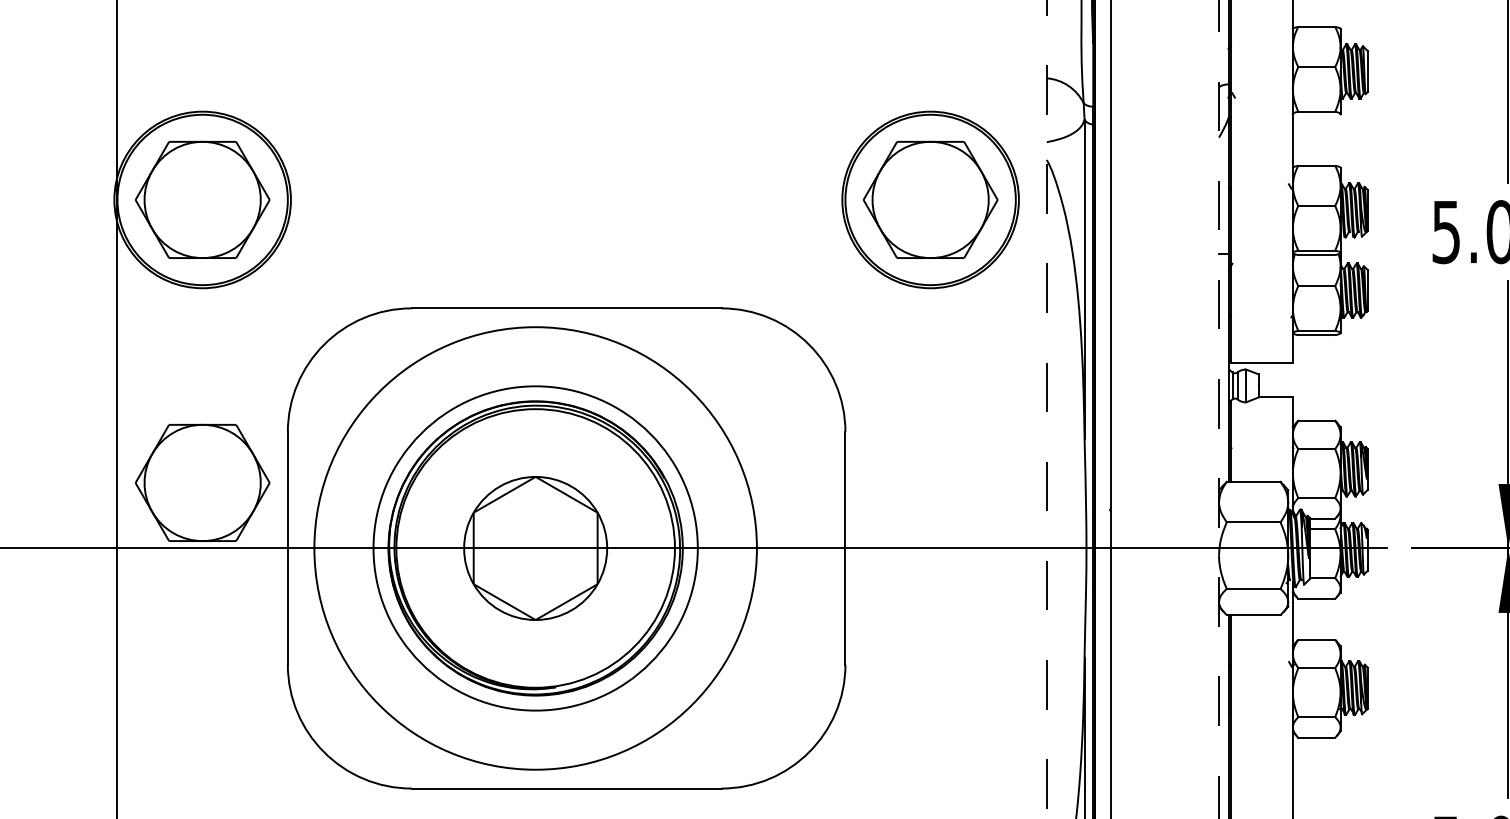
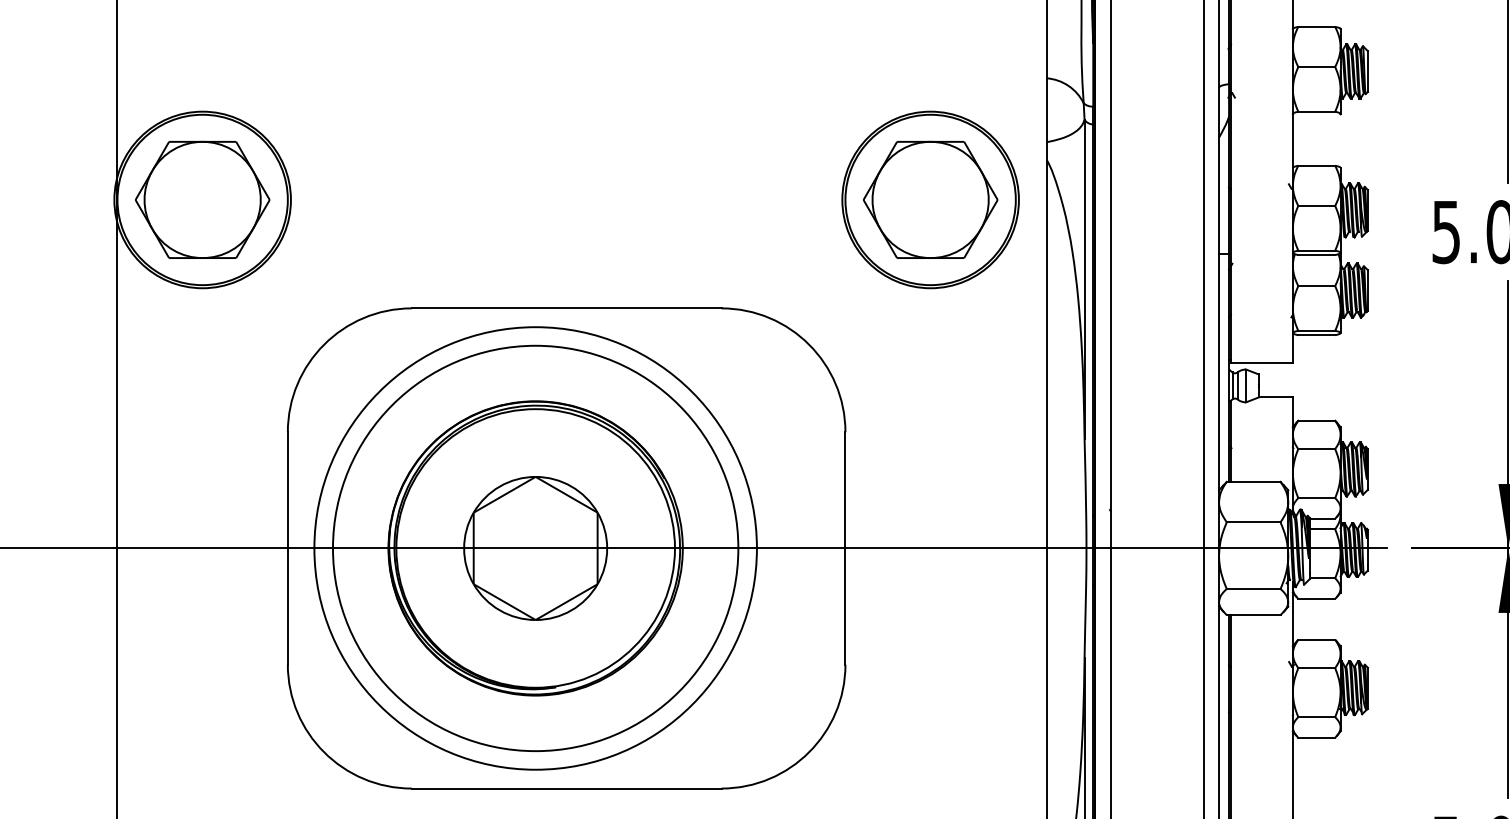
line at (1204, 408): none -> present
line at (1046, 409): dashed -> solid
line at (1219, 409): dashed -> solid
part at (202, 482): present -> none
circle at (535, 548) diameter: 324 px -> 405 px
